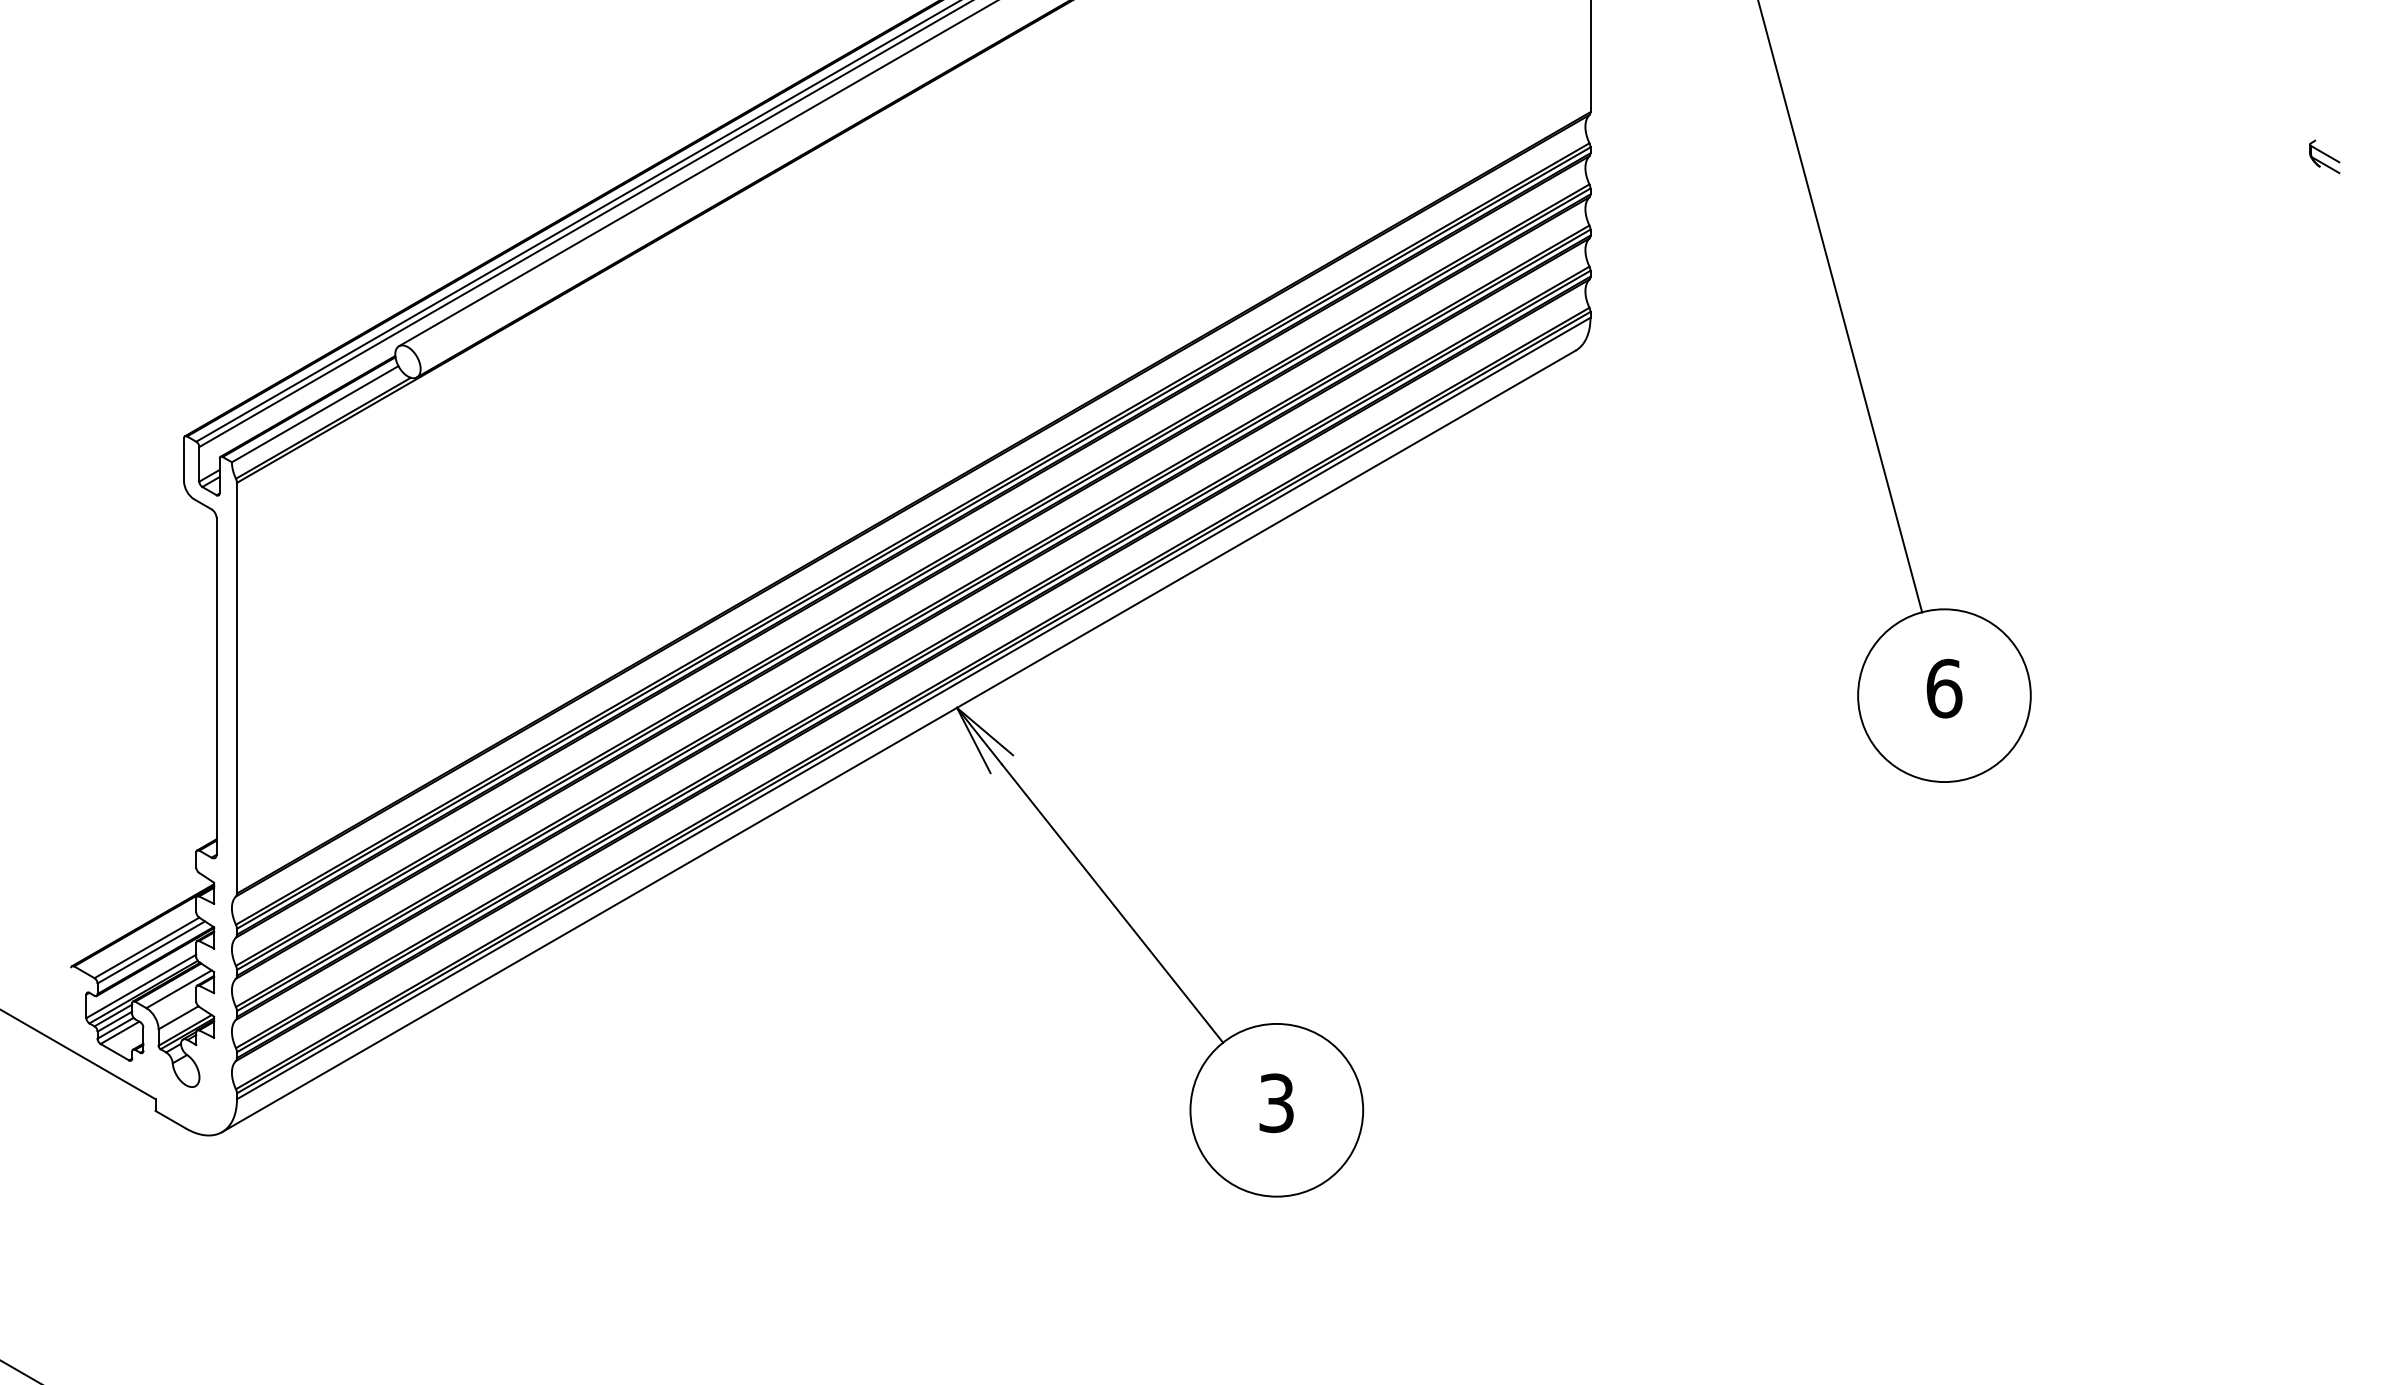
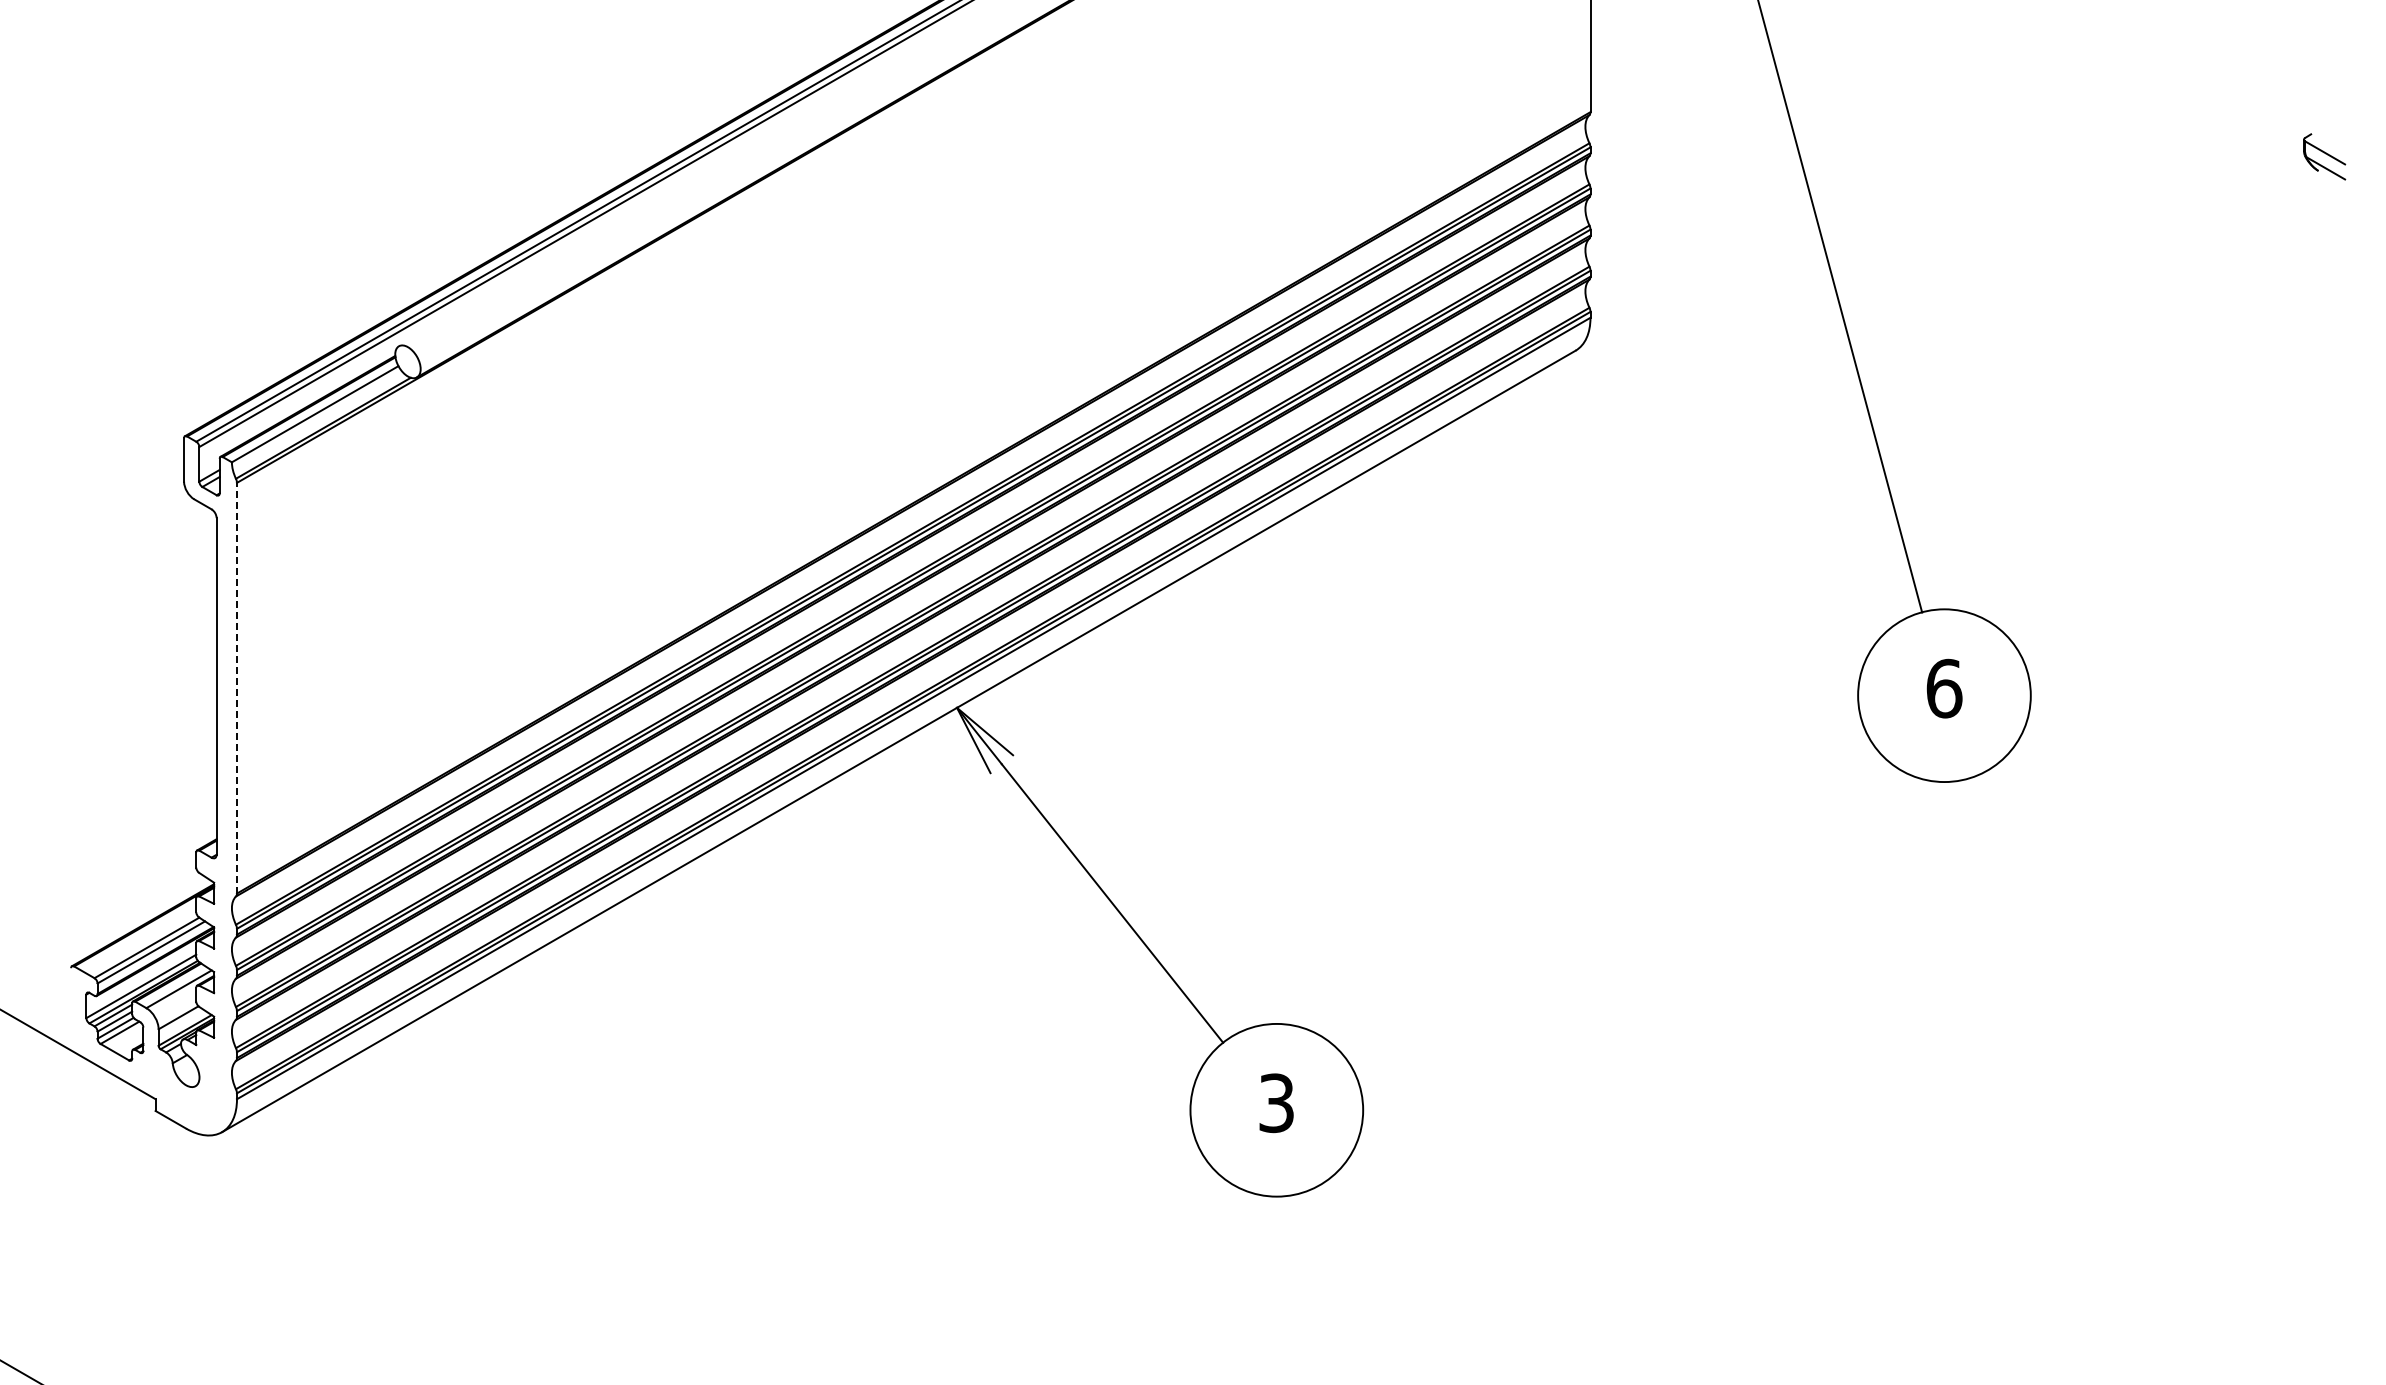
part at (2324, 156) size: 32x36 px -> 44x48 px
line at (696, 174): present -> none
line at (237, 687): solid -> dashed
